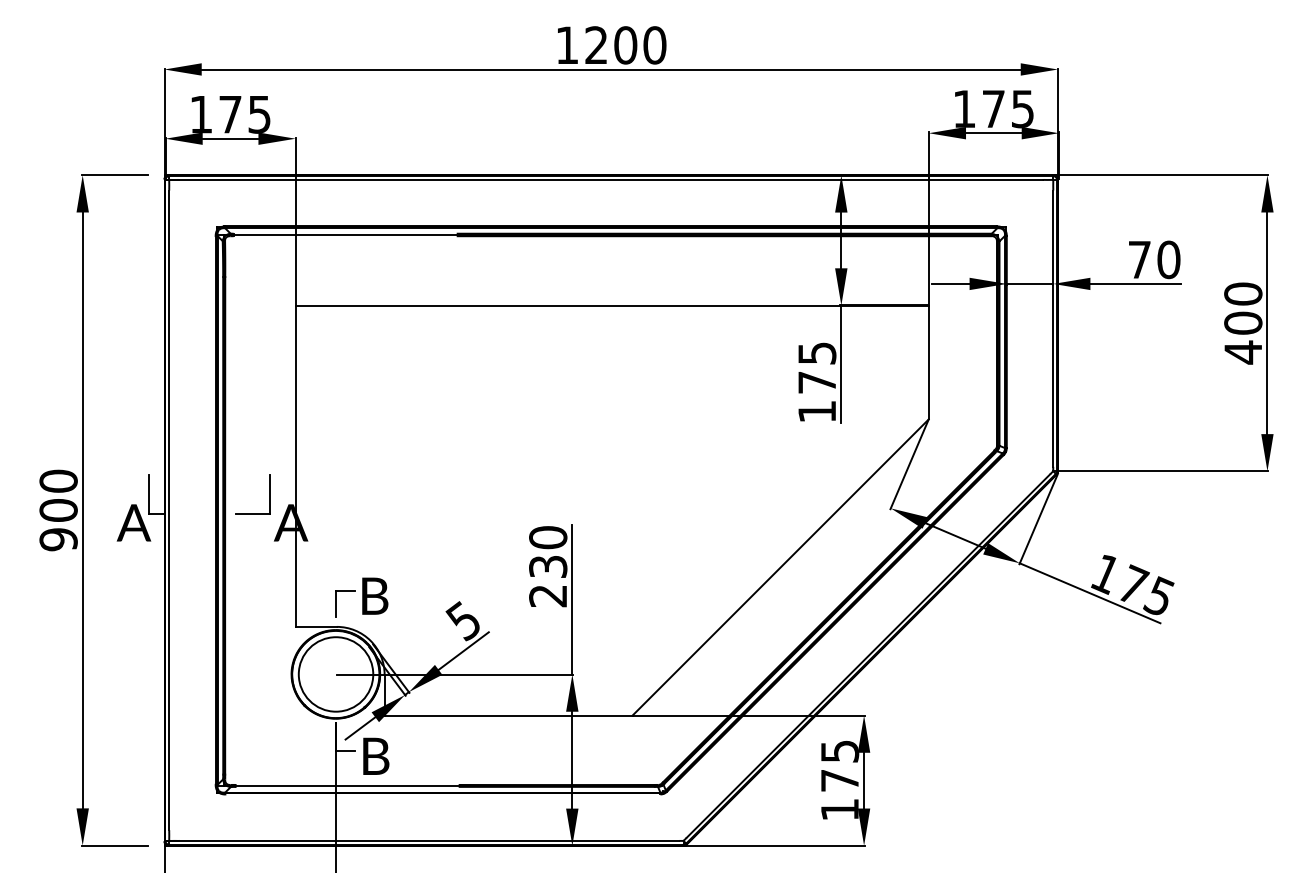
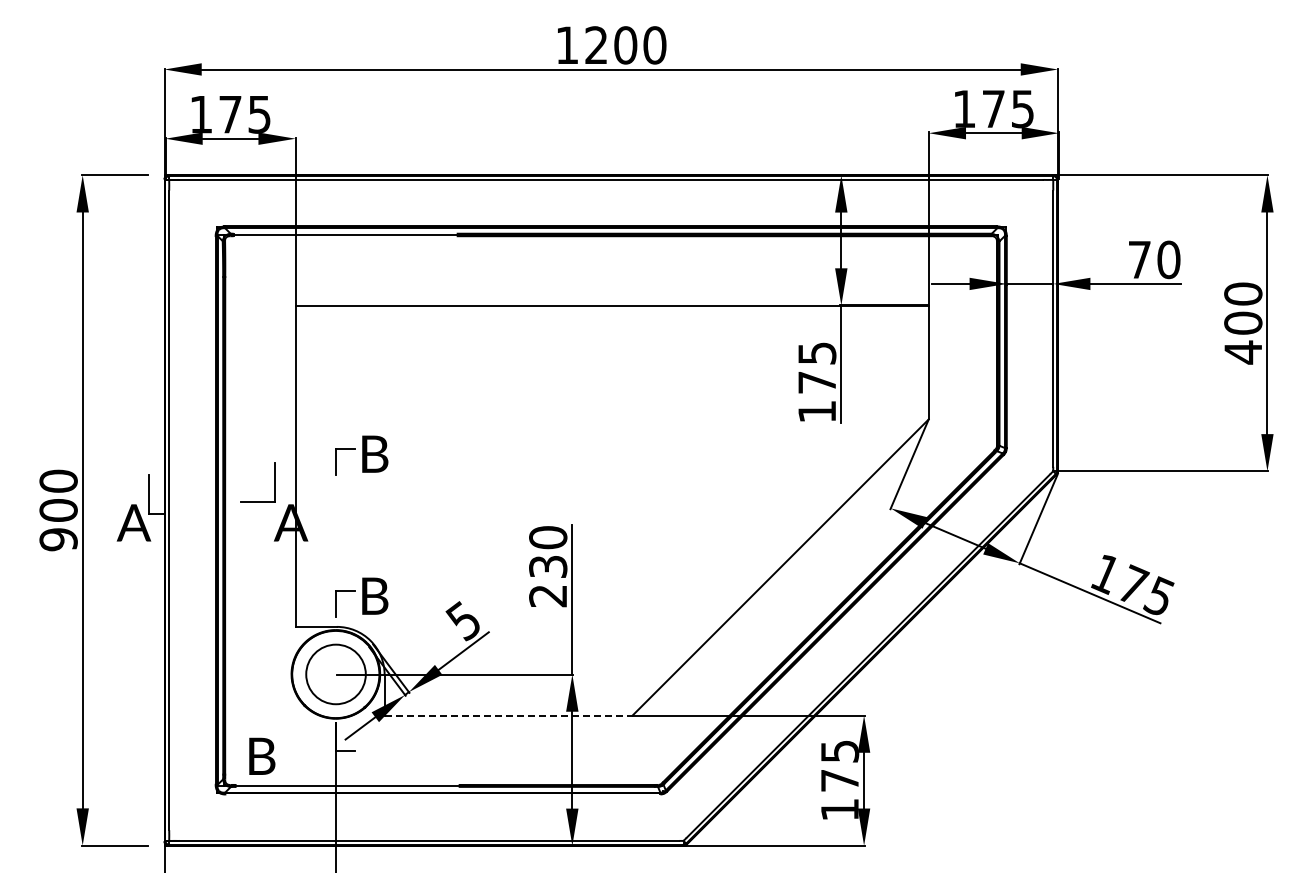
part at (361, 455): none -> present
part at (269, 494) position: (269, 494) -> (274, 482)
circle at (335, 674) diameter: 74 px -> 60 px
line at (508, 715): solid -> dashed
text at (376, 755) position: (376, 755) -> (262, 755)
